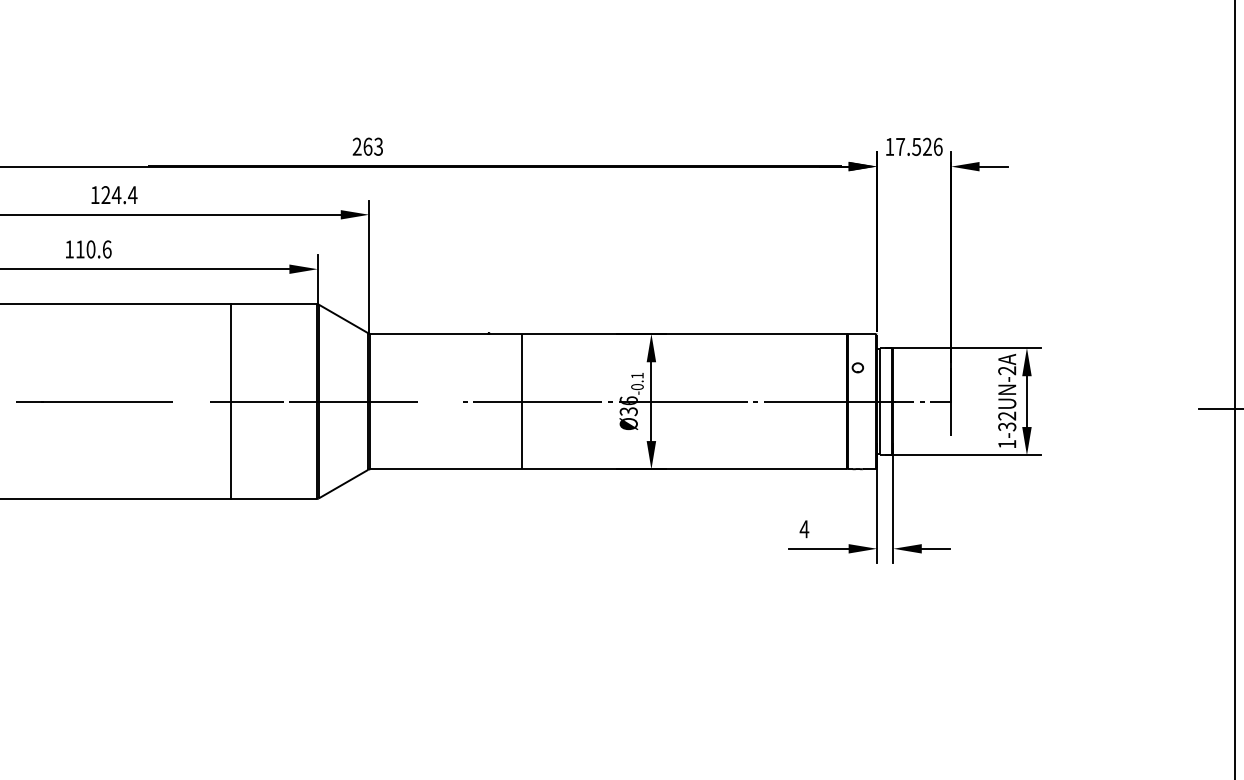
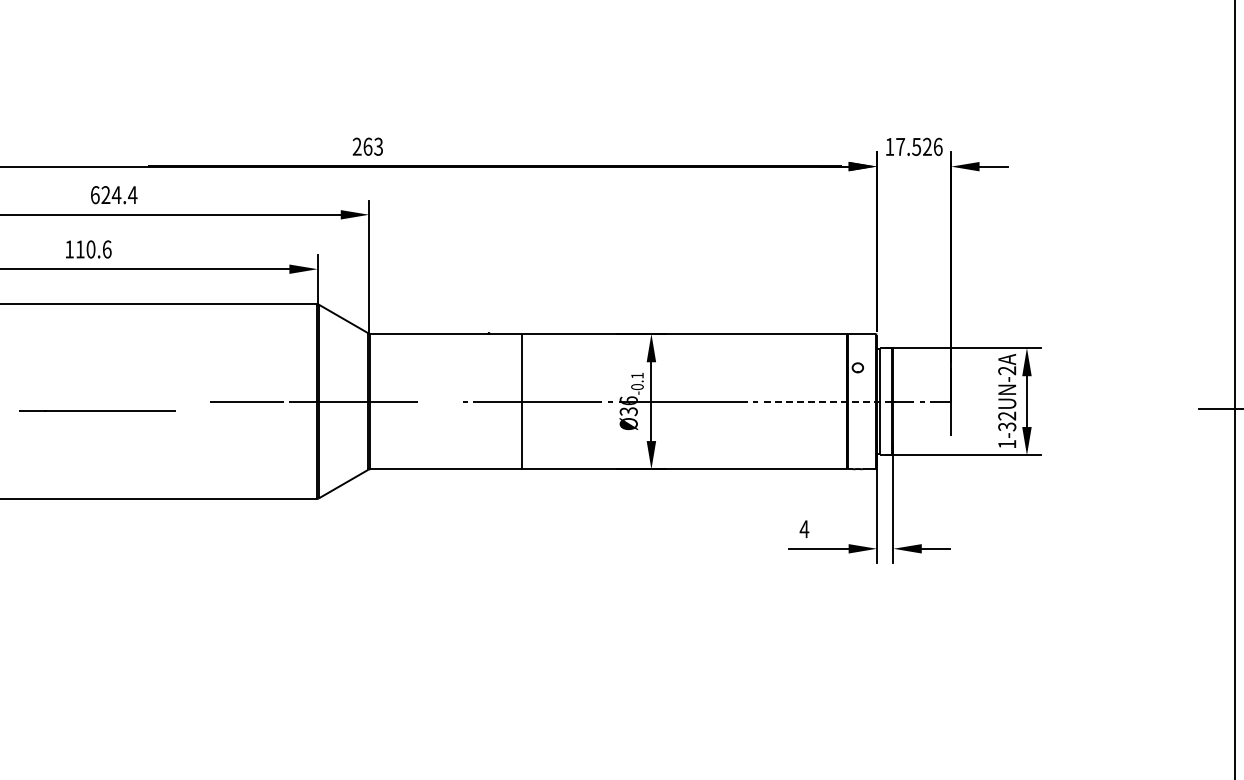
text at (95, 195): 124.4 -> 624.4
line at (94, 401) position: (94, 401) -> (97, 410)
line at (230, 401): present -> none
line at (828, 401): solid -> dashed
